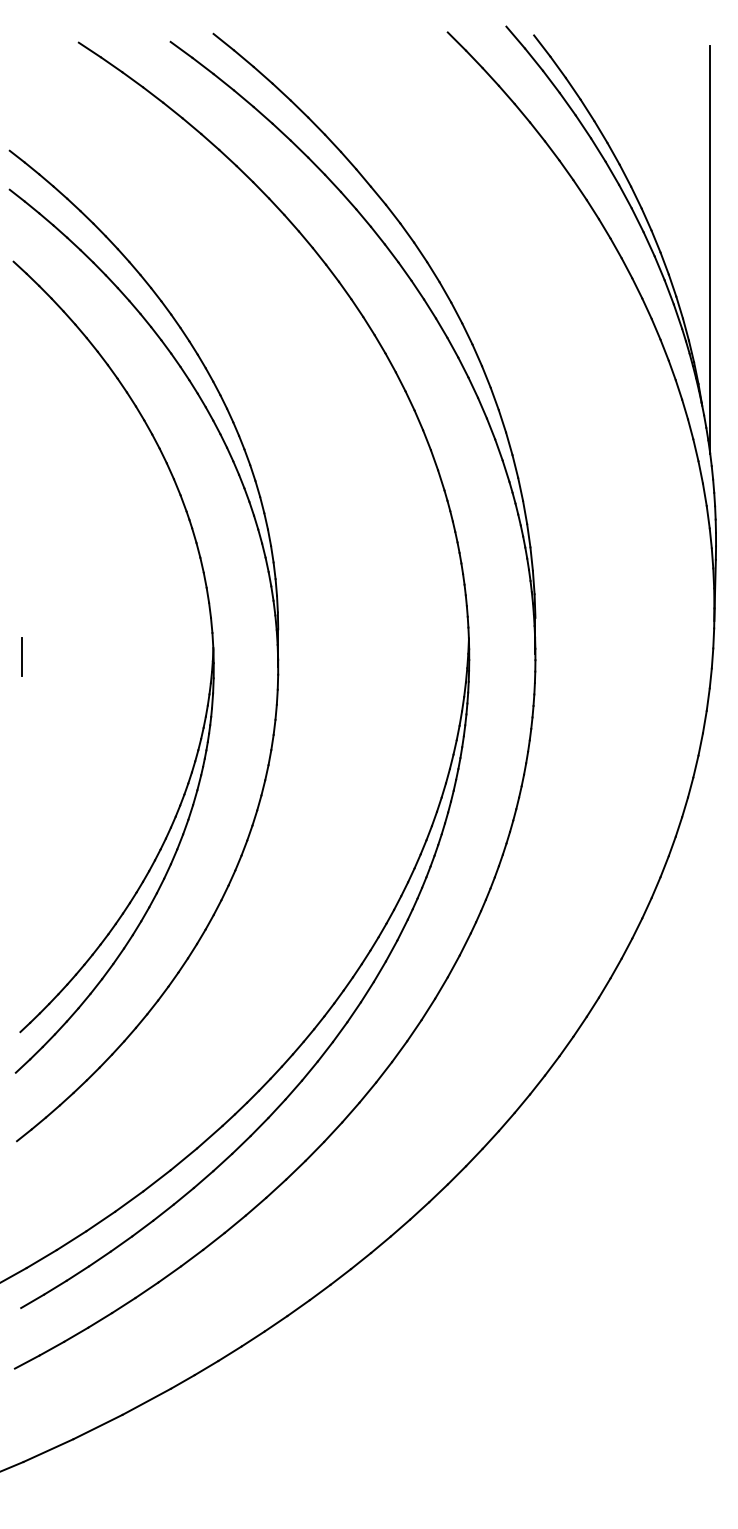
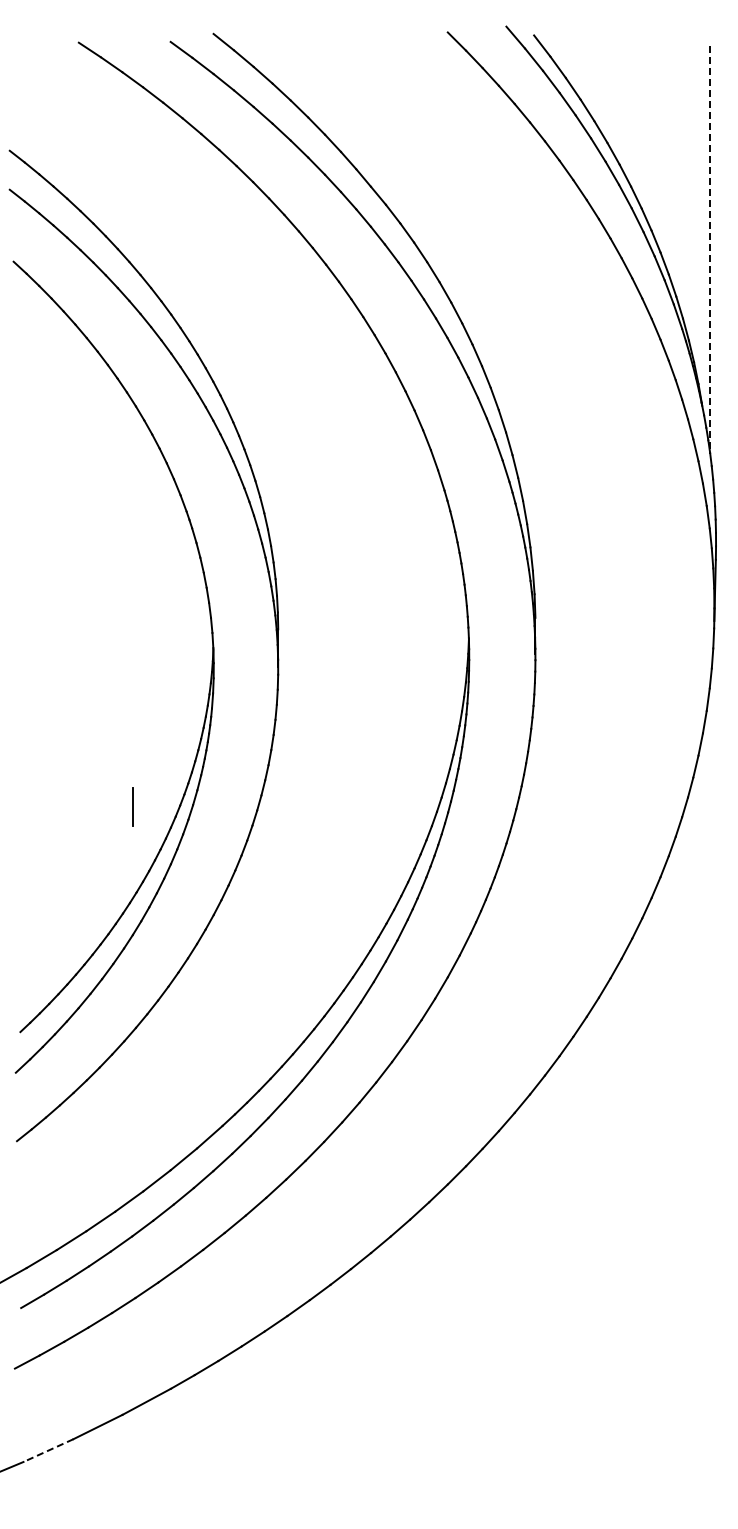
line at (710, 250): solid -> dashed
line at (21, 656) position: (21, 656) -> (132, 806)
line at (48, 1450): solid -> dashed
